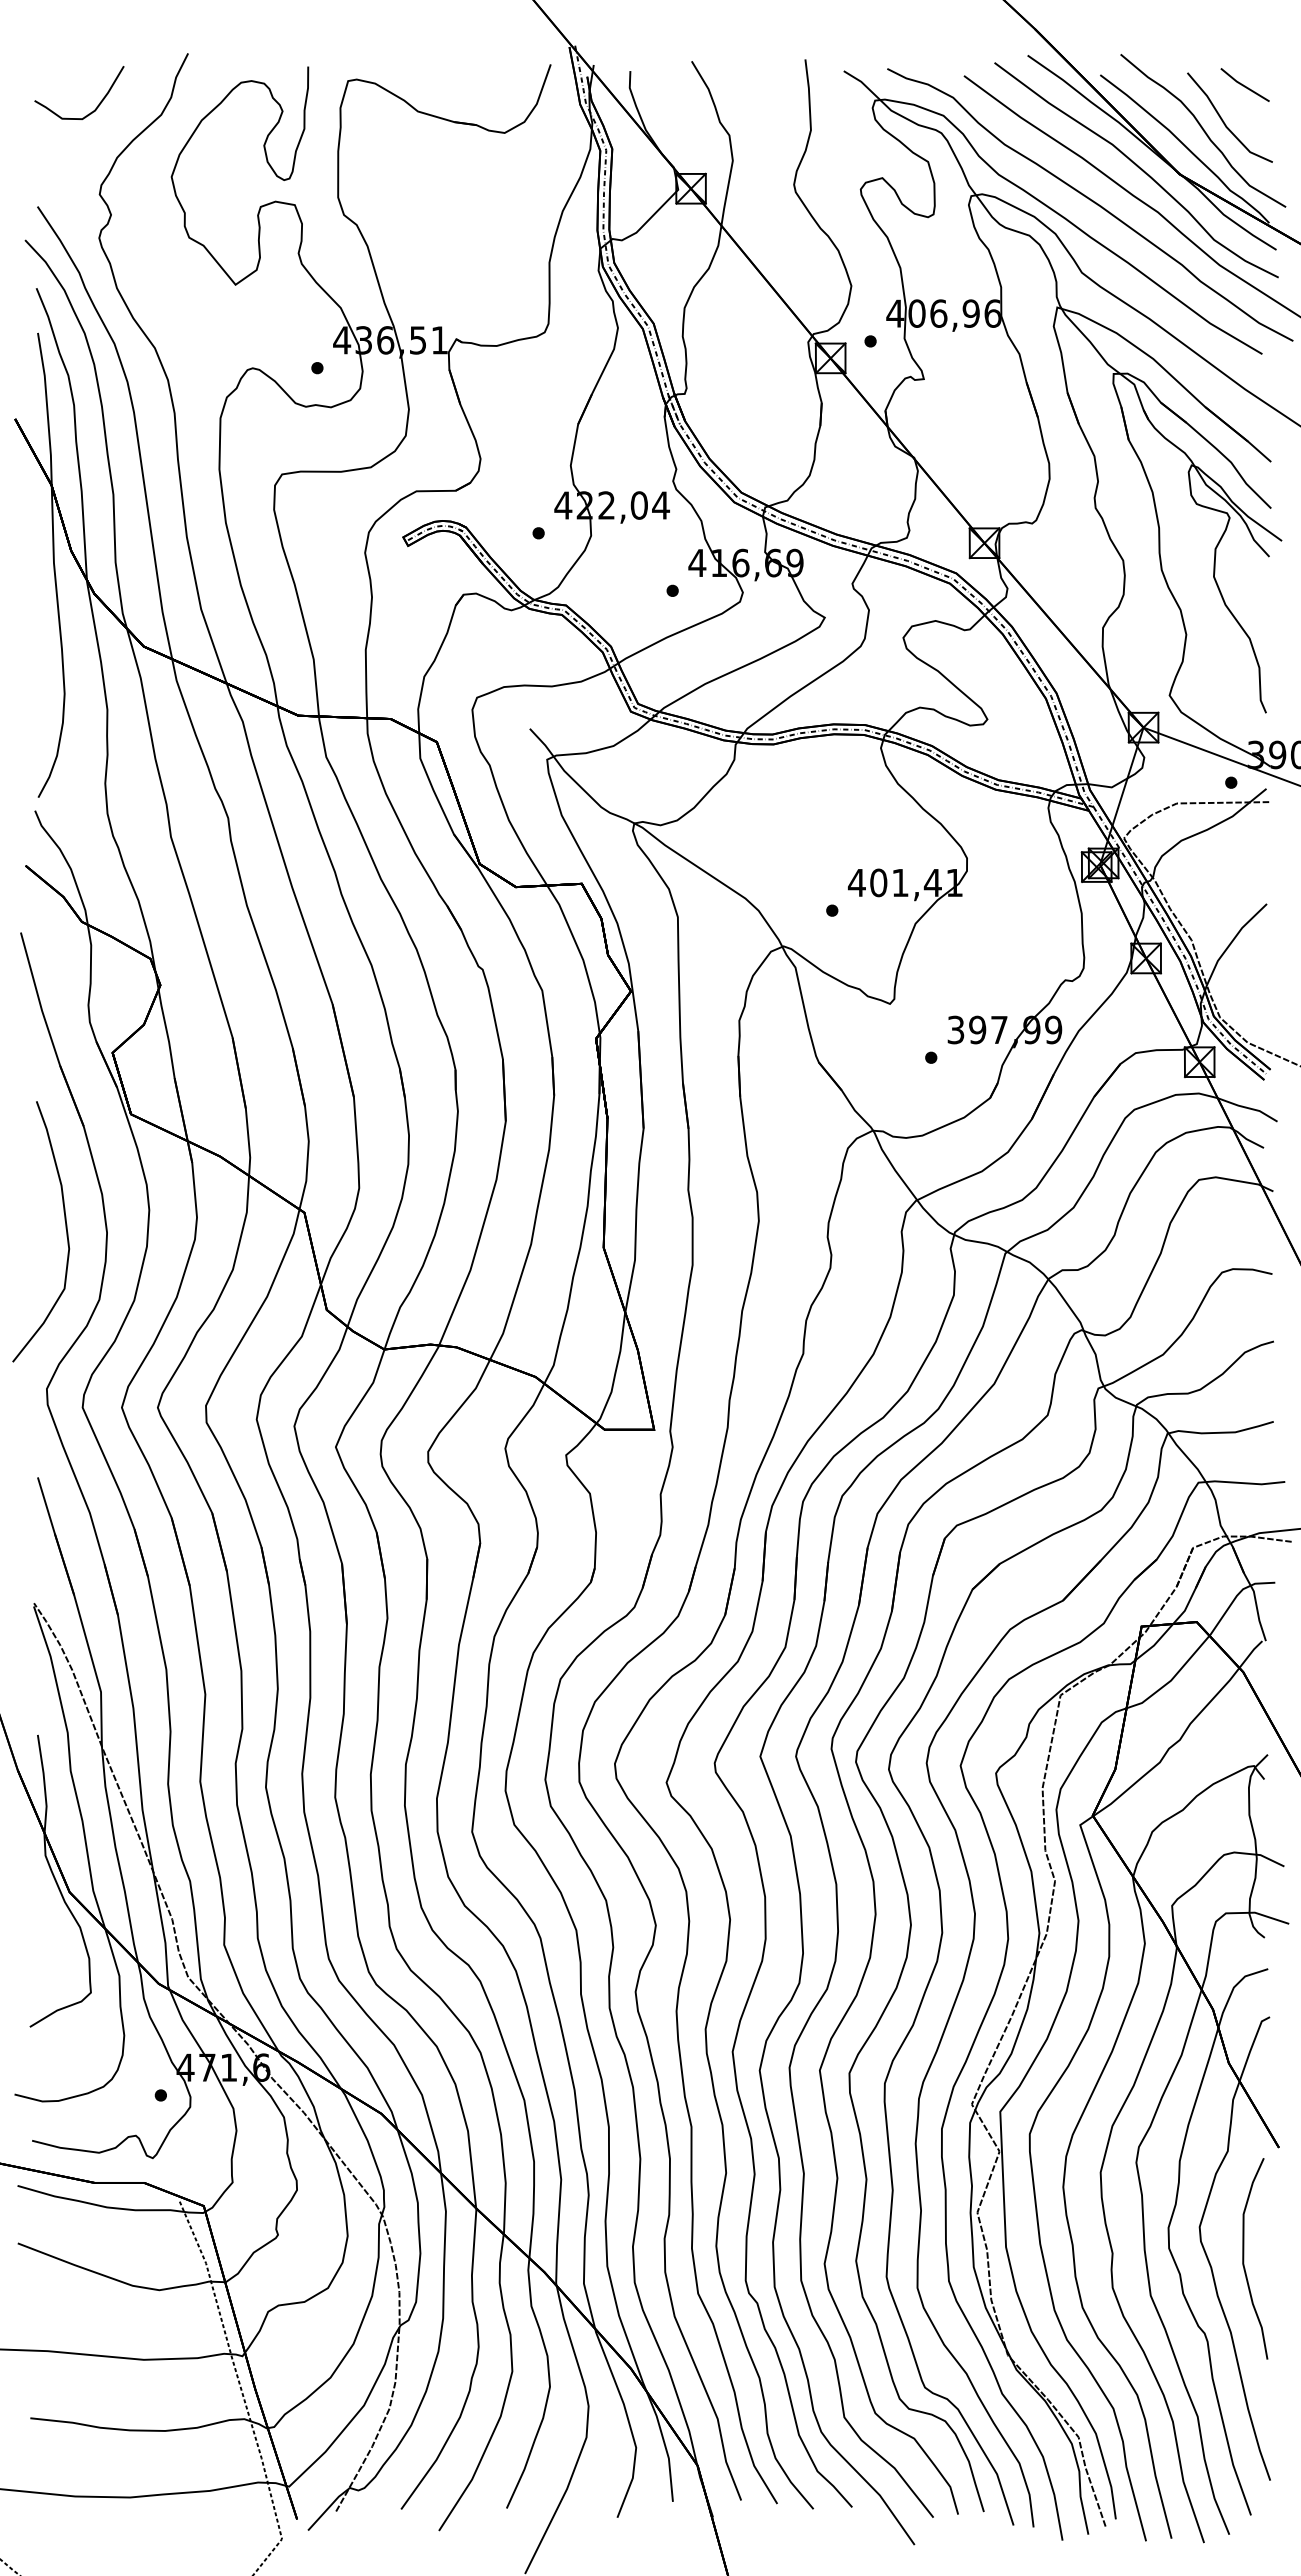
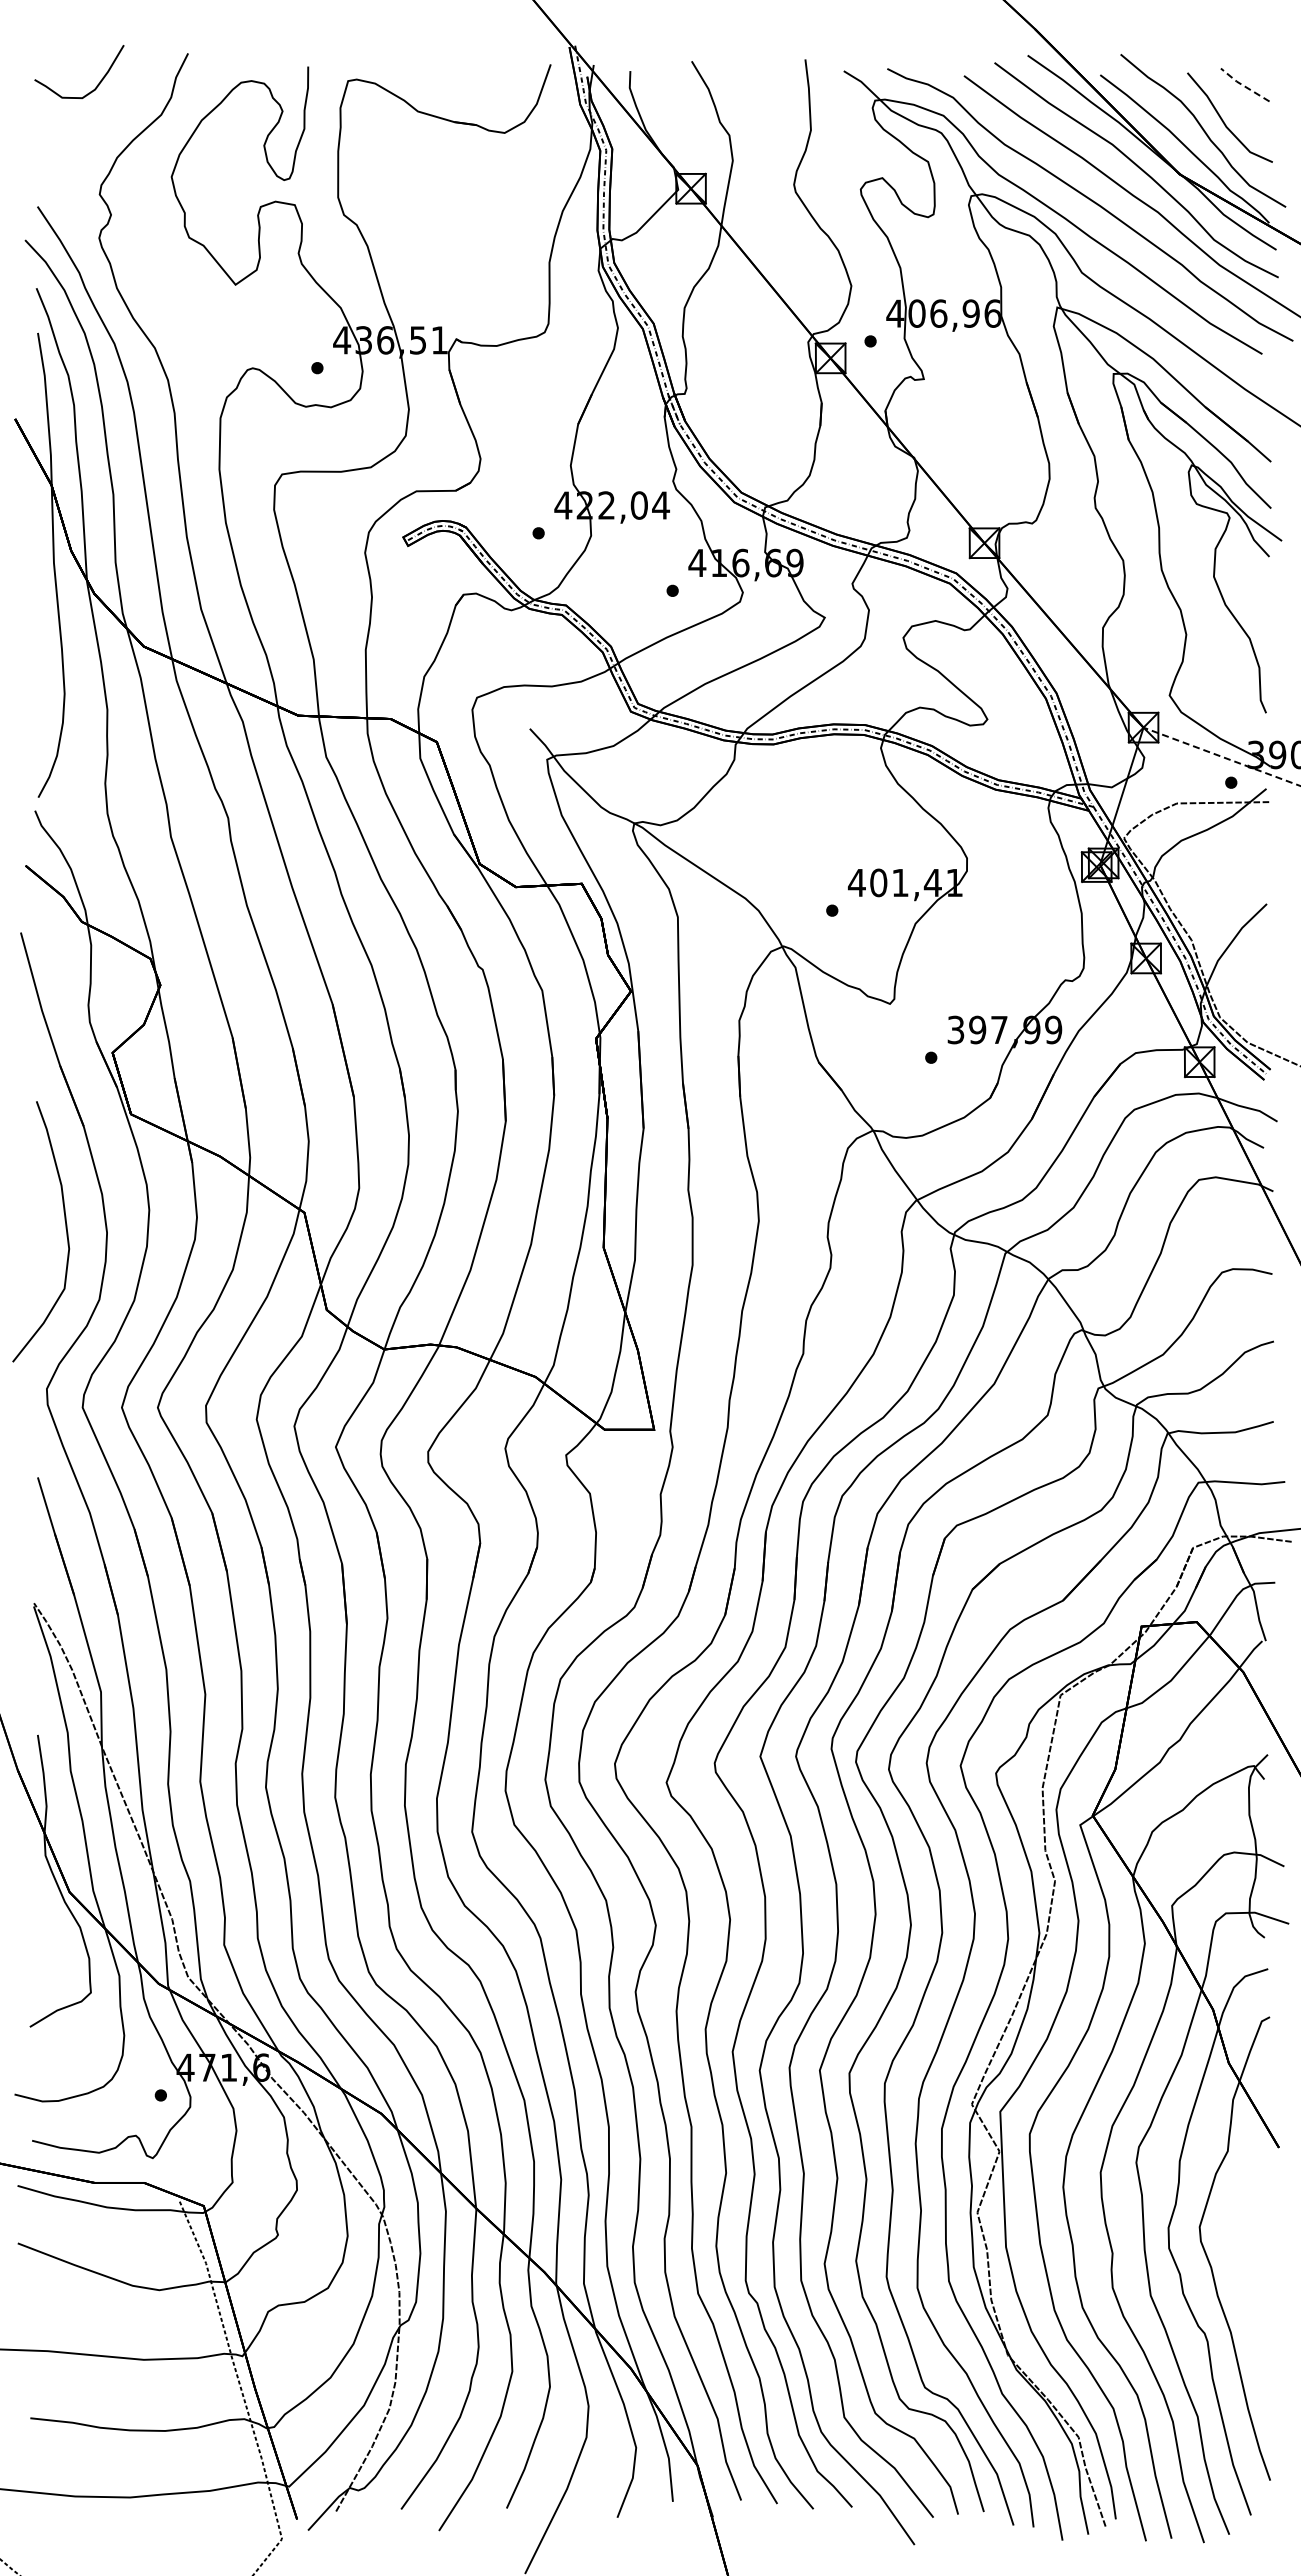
line at (1243, 85): solid -> dashed
curve at (96, 106) position: (96, 106) -> (96, 85)
line at (1222, 756): solid -> dashed
curve at (1244, 2258): present -> none
